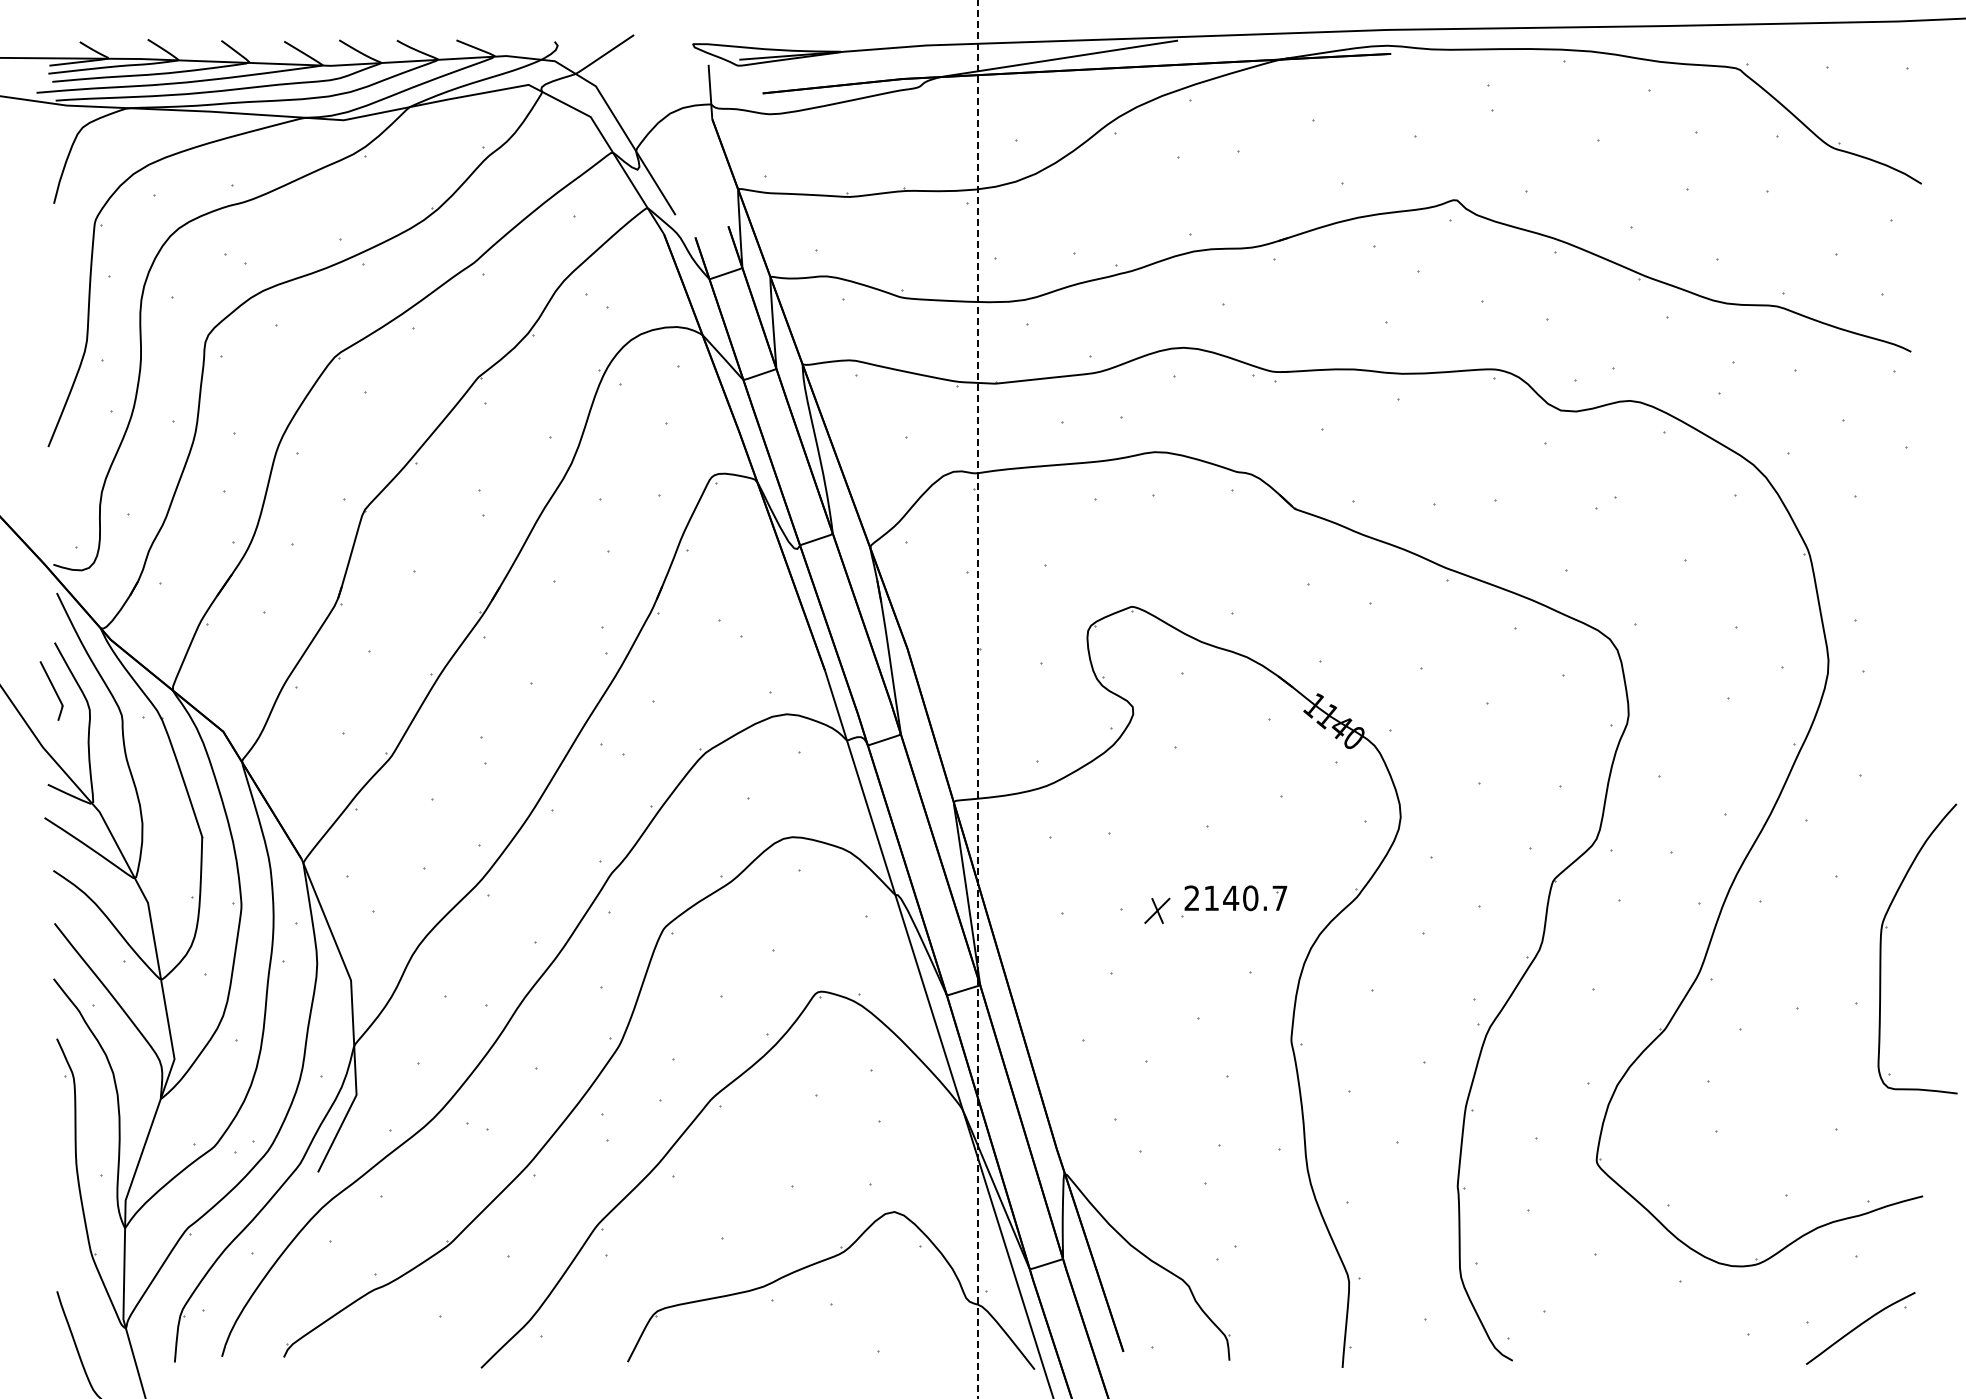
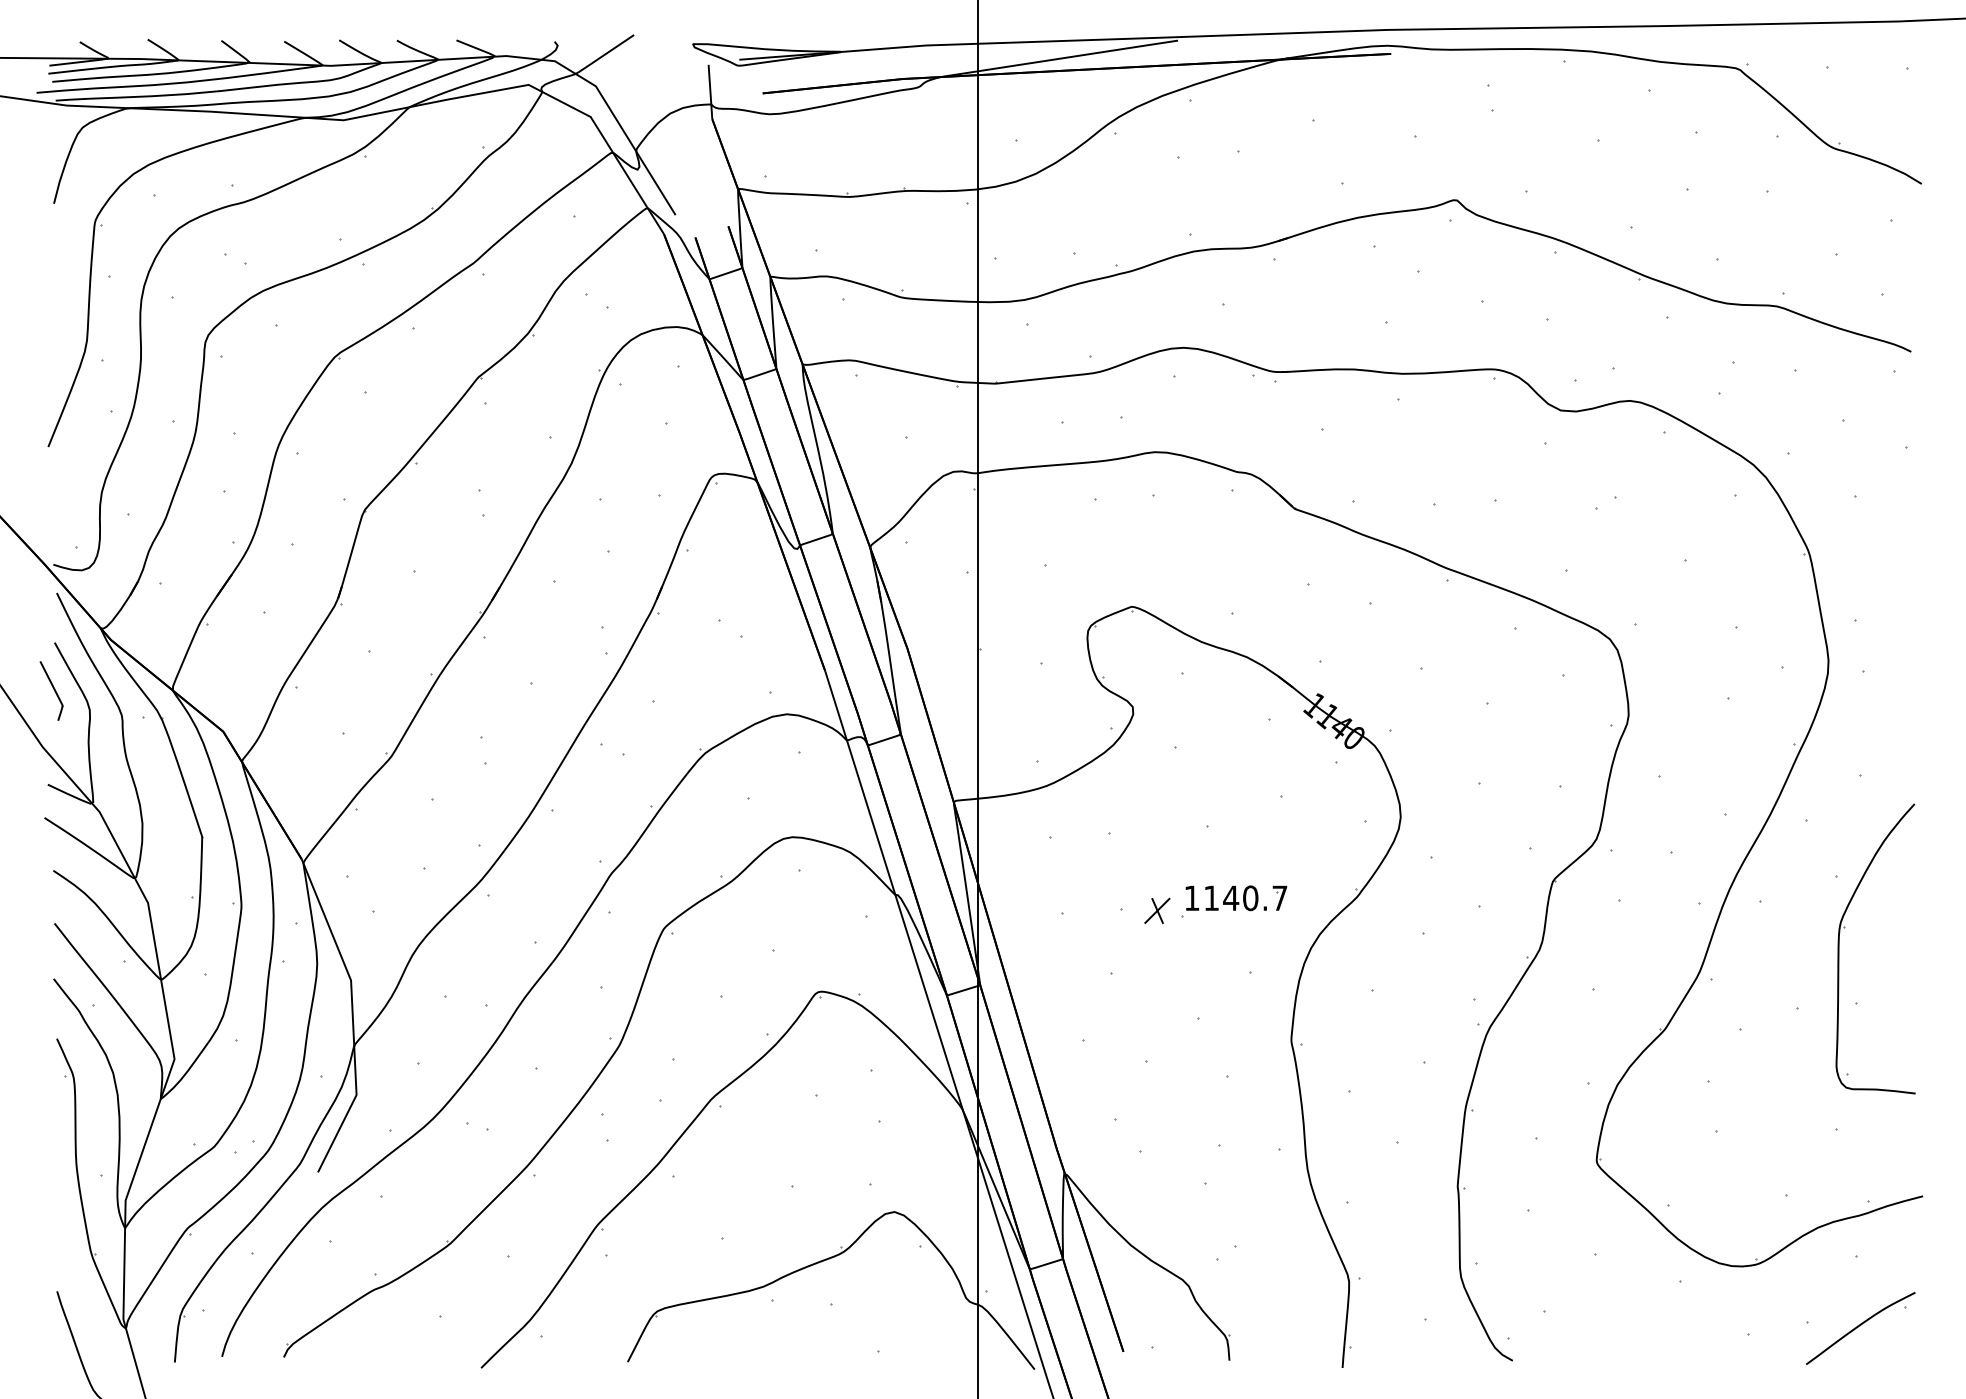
line at (978, 699): dashed -> solid
text at (1191, 897): 2140.7 -> 1140.7
part at (1881, 948) position: (1881, 948) -> (1839, 948)
